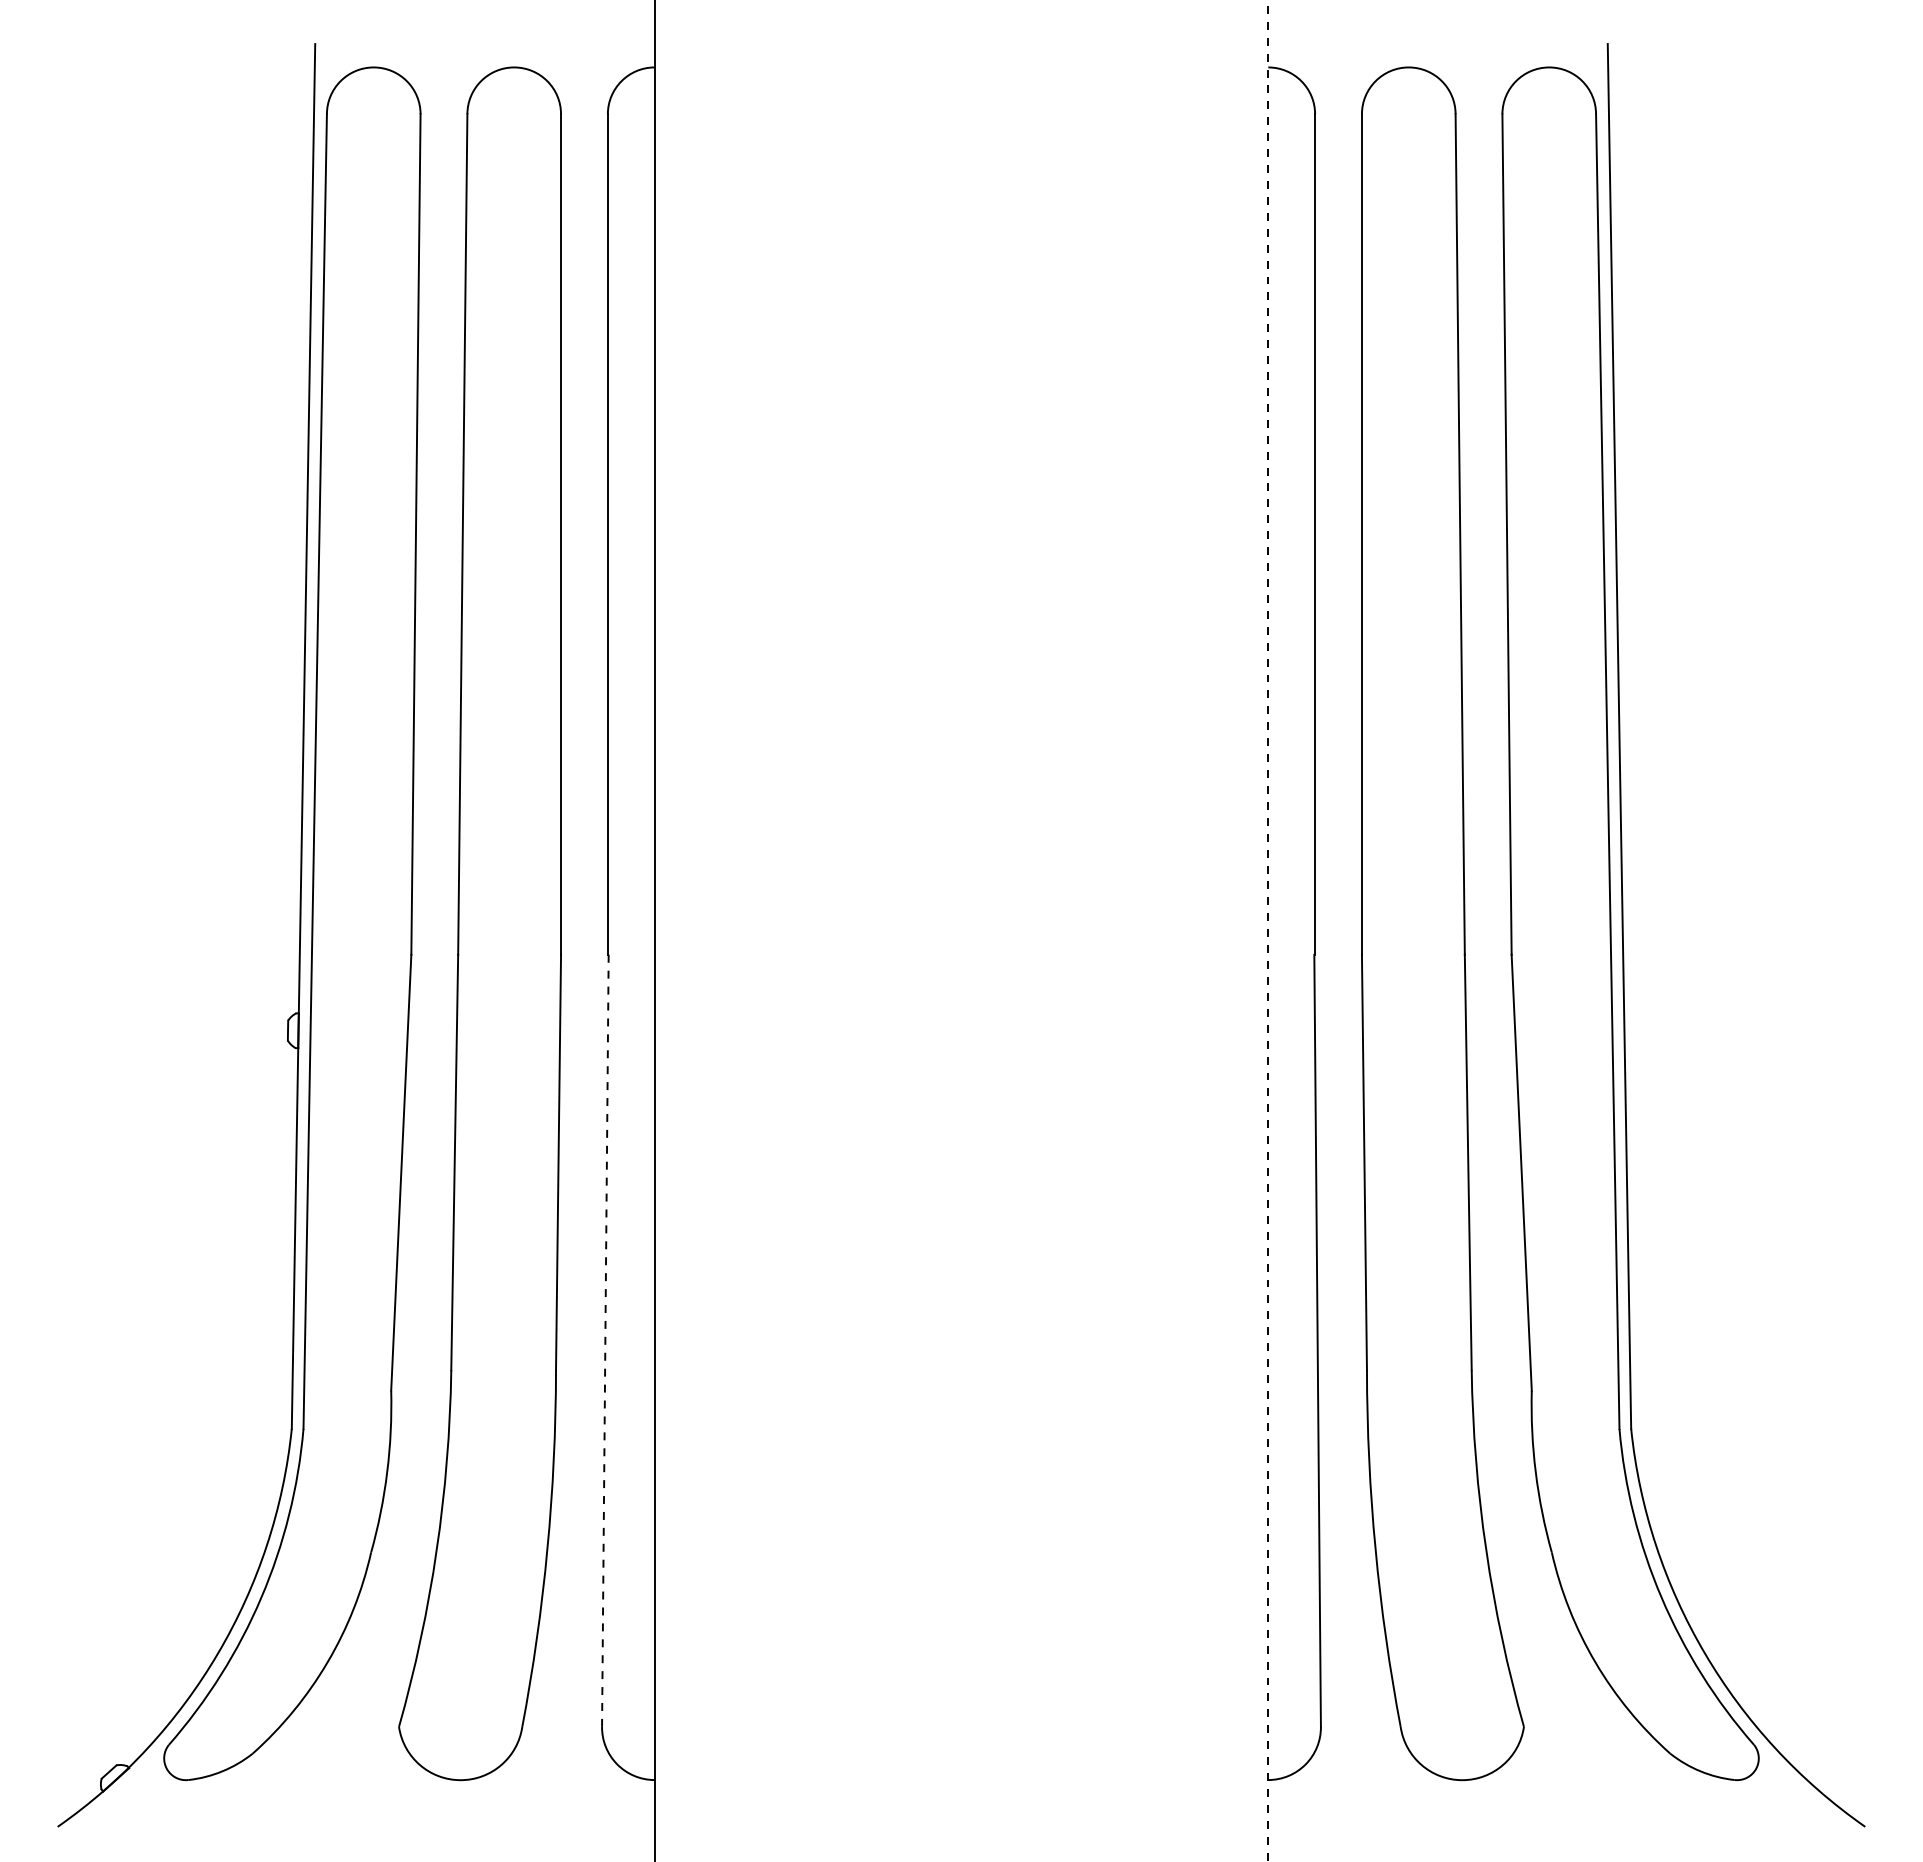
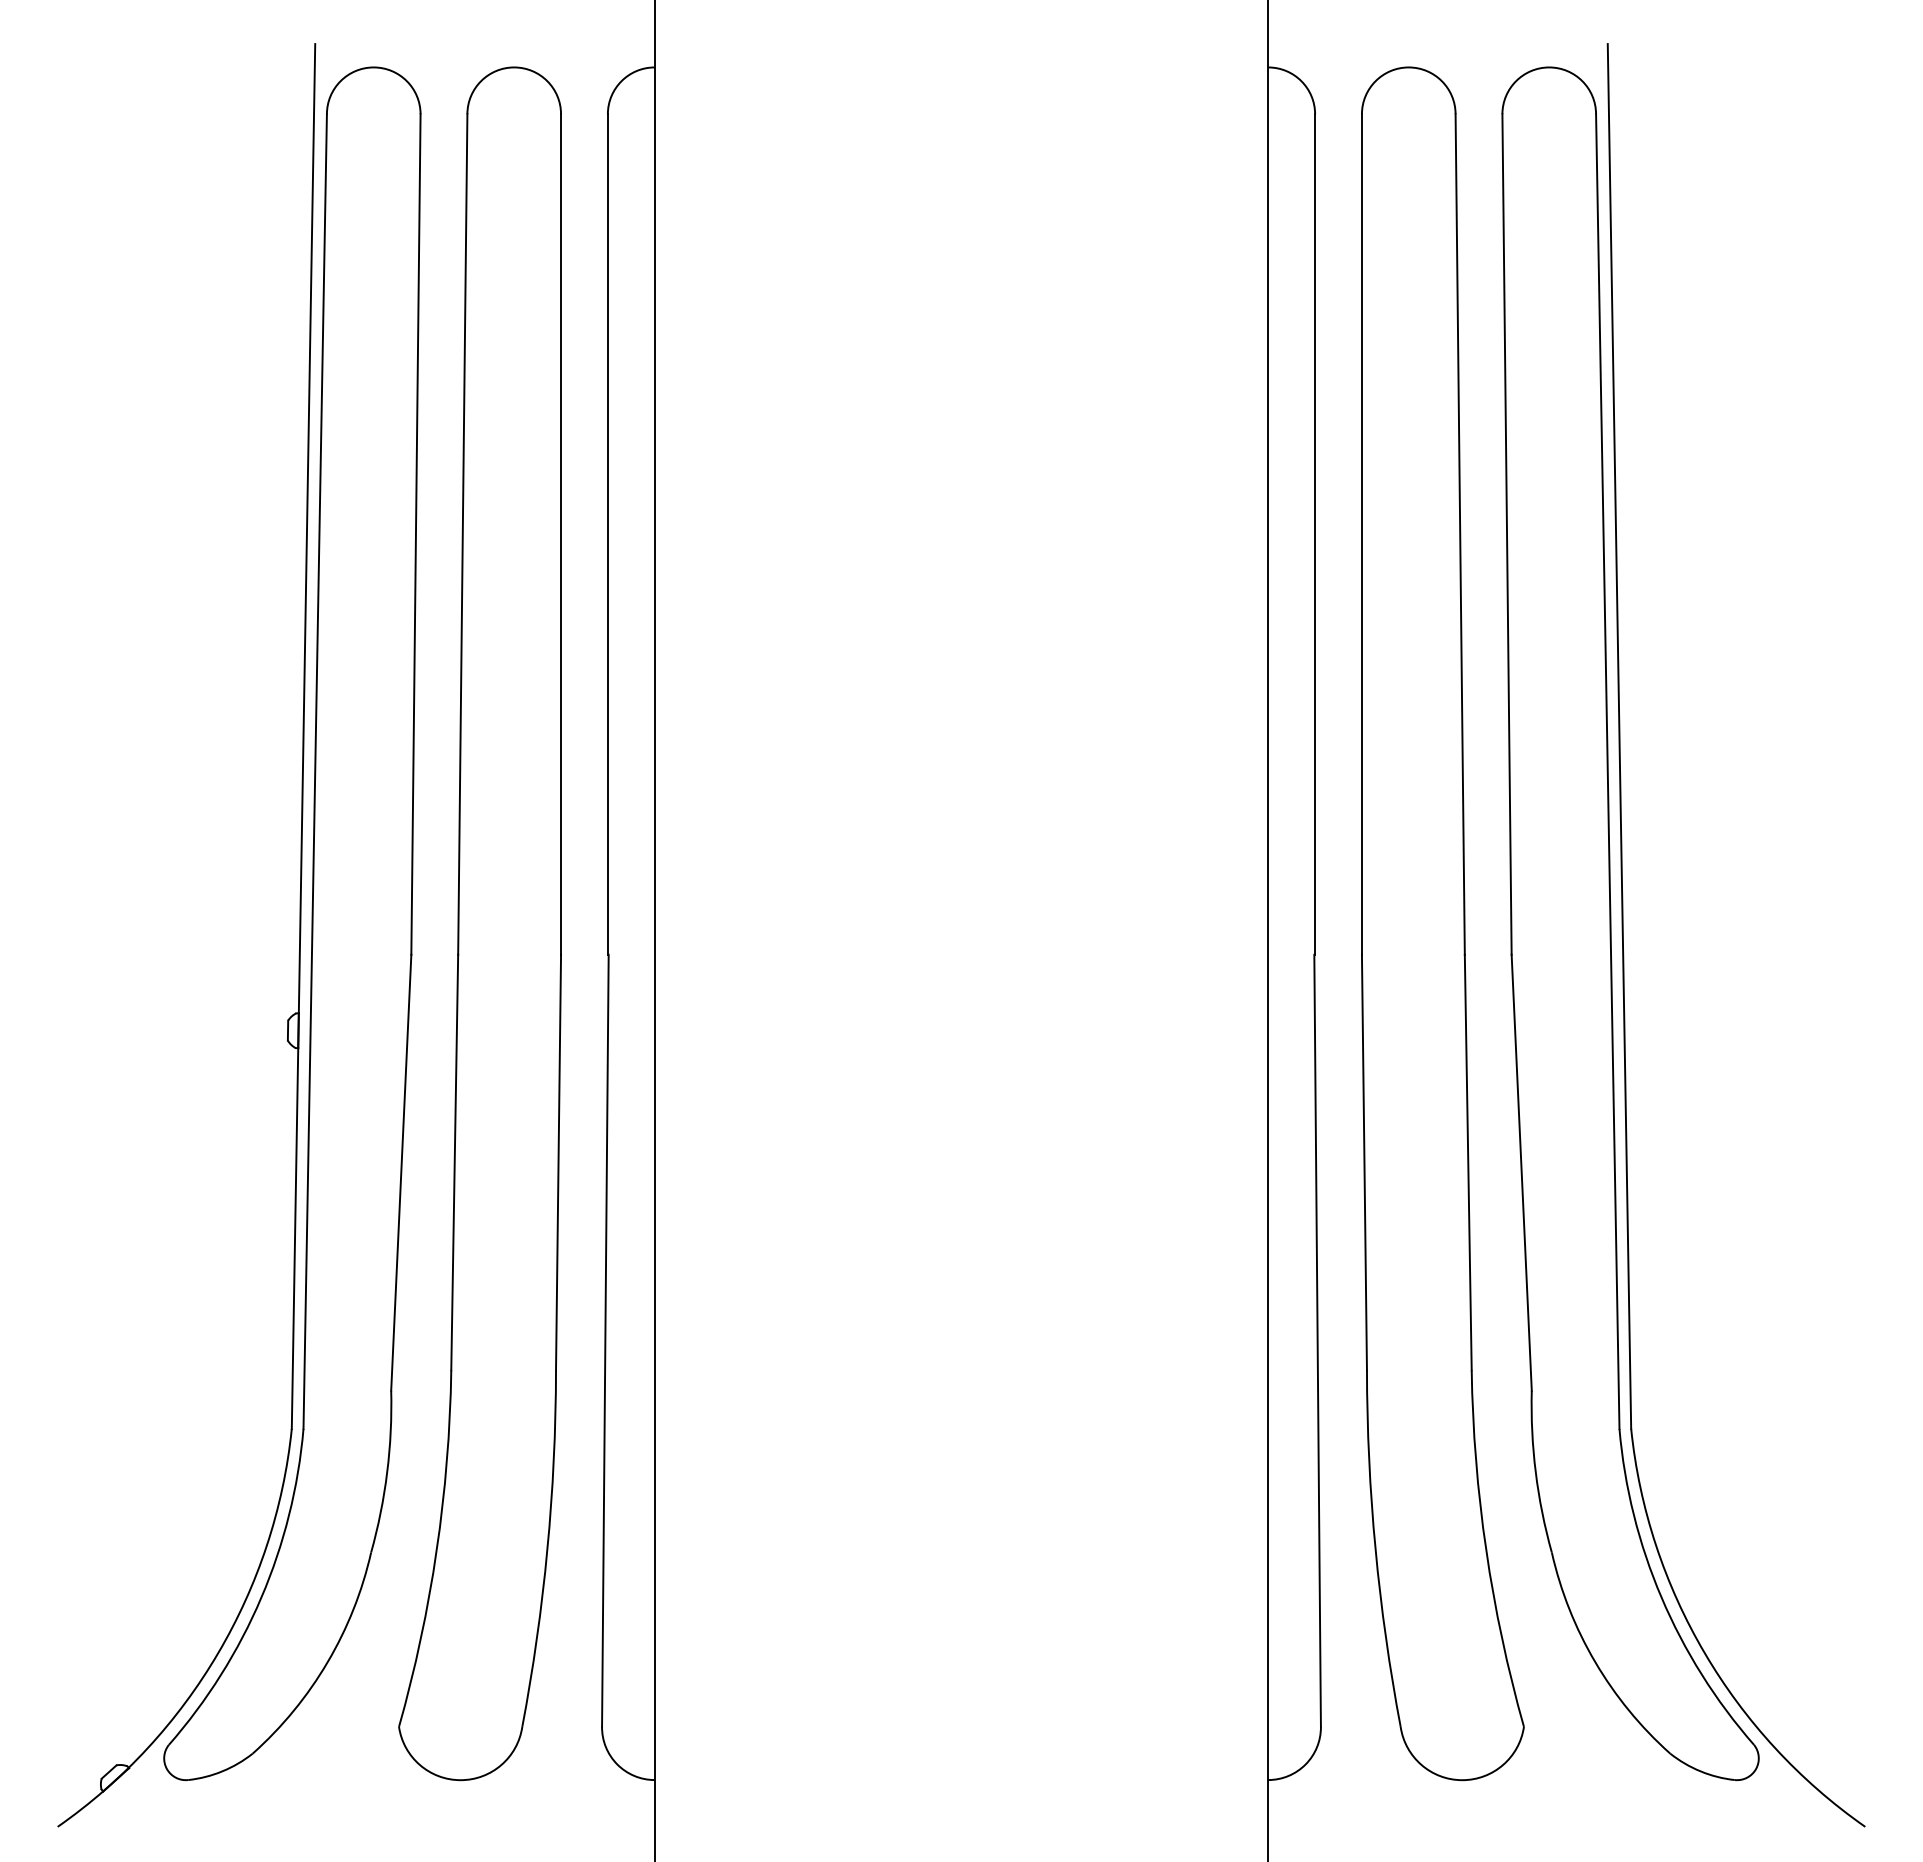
line at (1268, 930): dashed -> solid
line at (605, 1341): dashed -> solid
